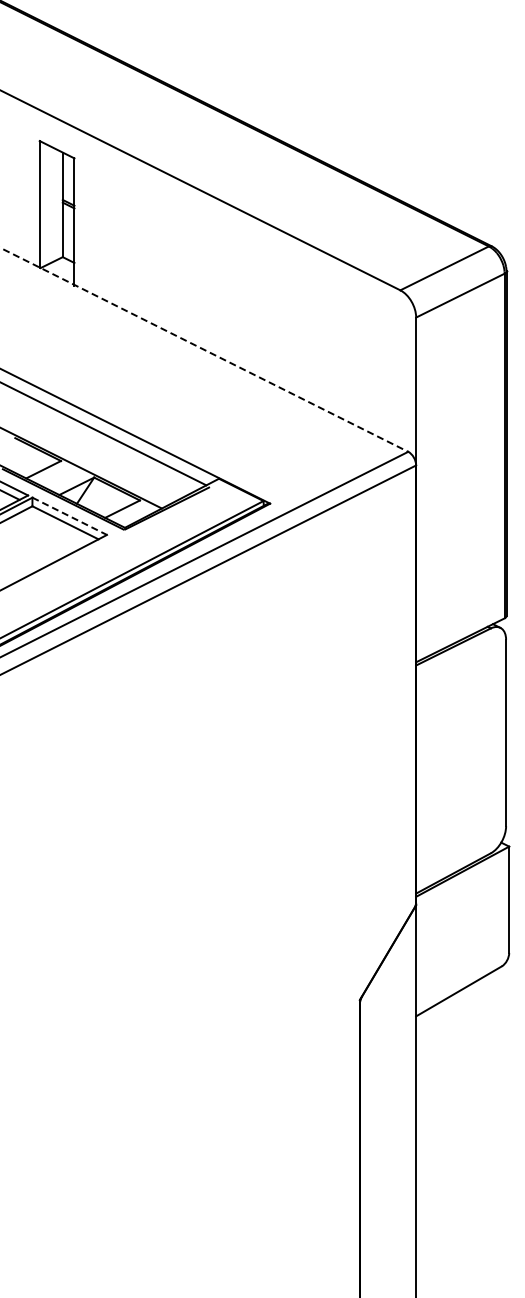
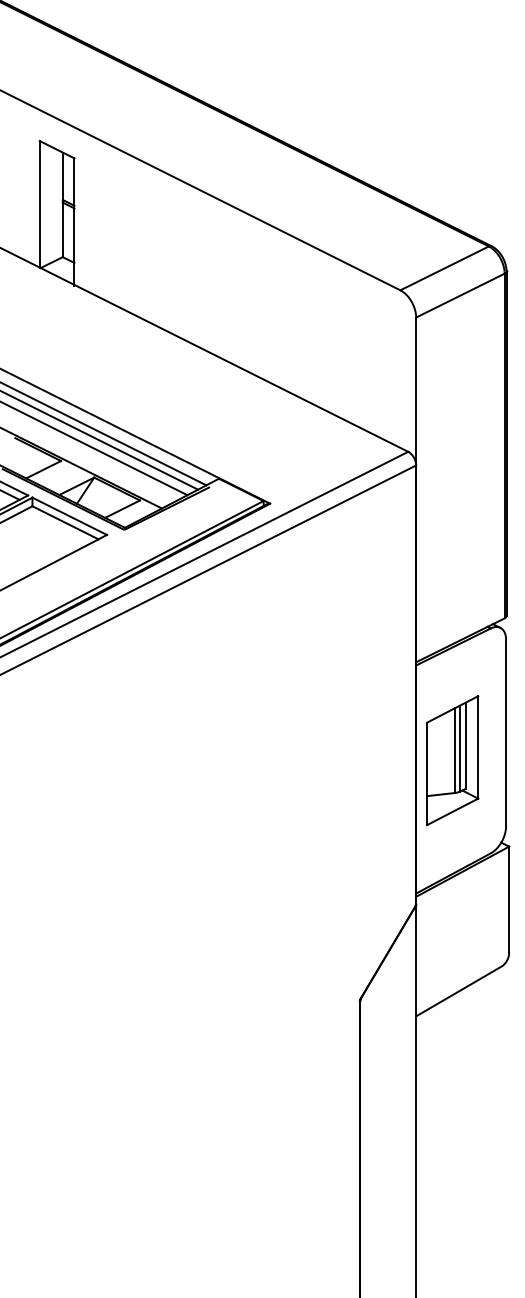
line at (204, 349): dashed -> solid
line at (100, 440): none -> present
line at (94, 448): none -> present
line at (69, 516): dashed -> solid
part at (452, 760): none -> present
